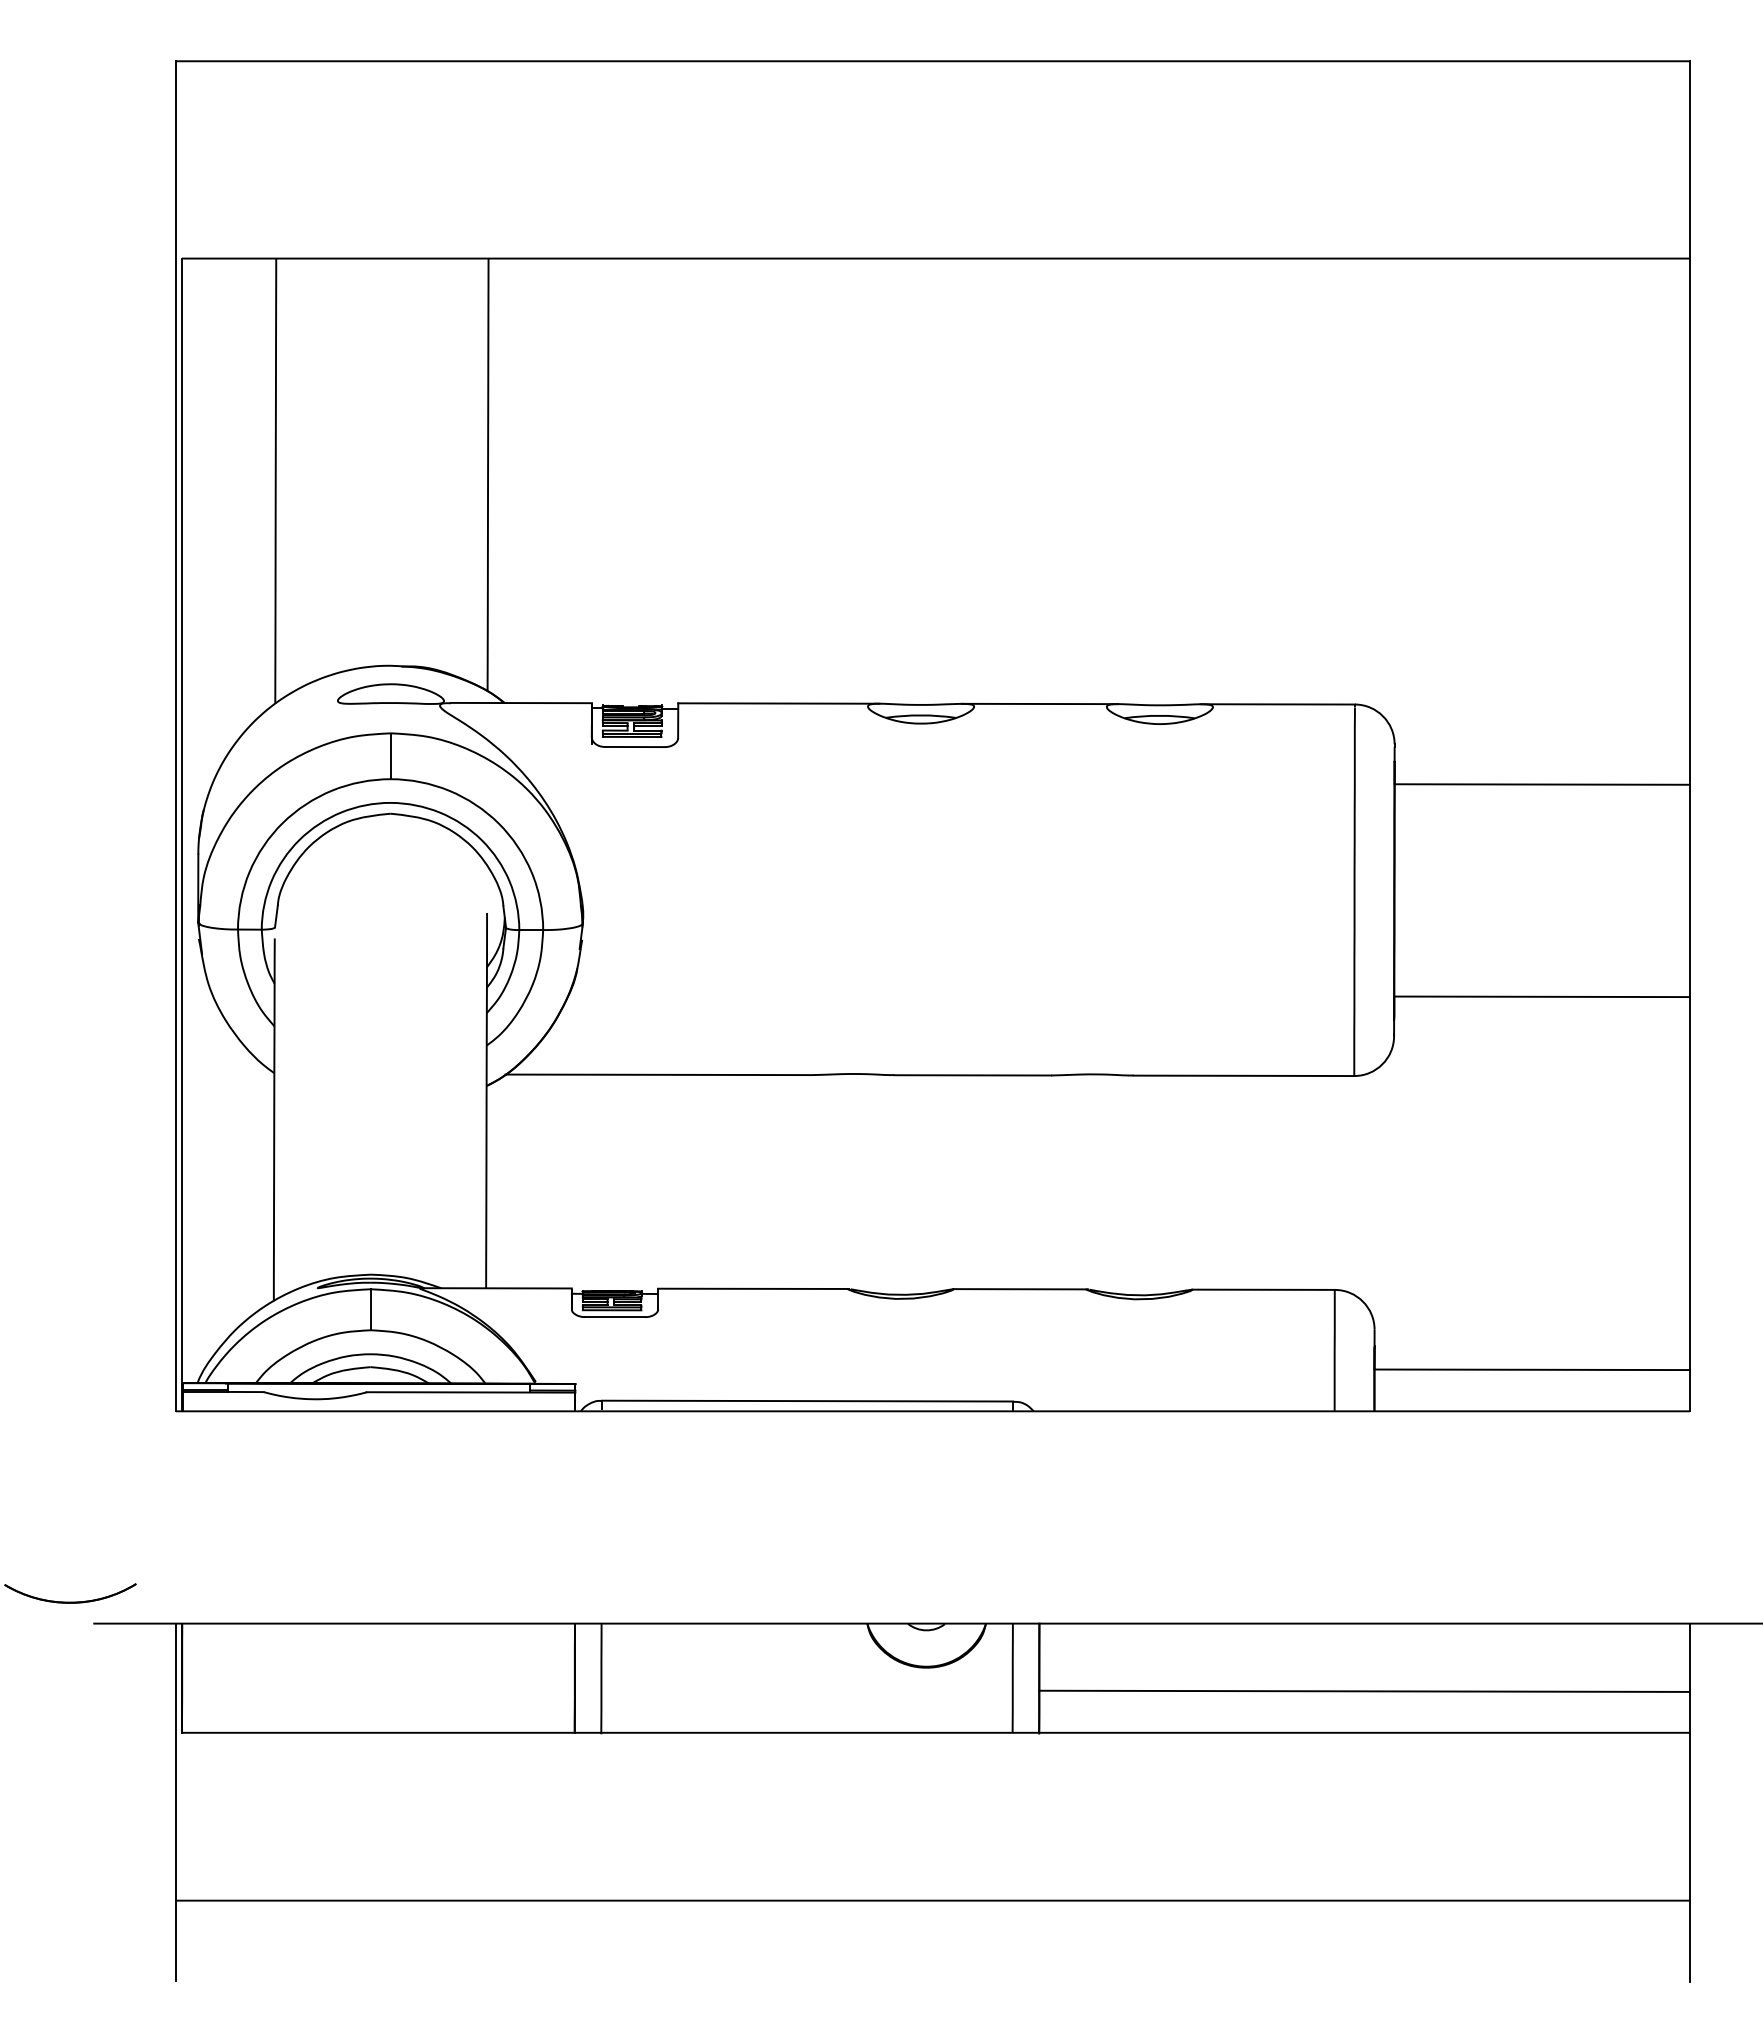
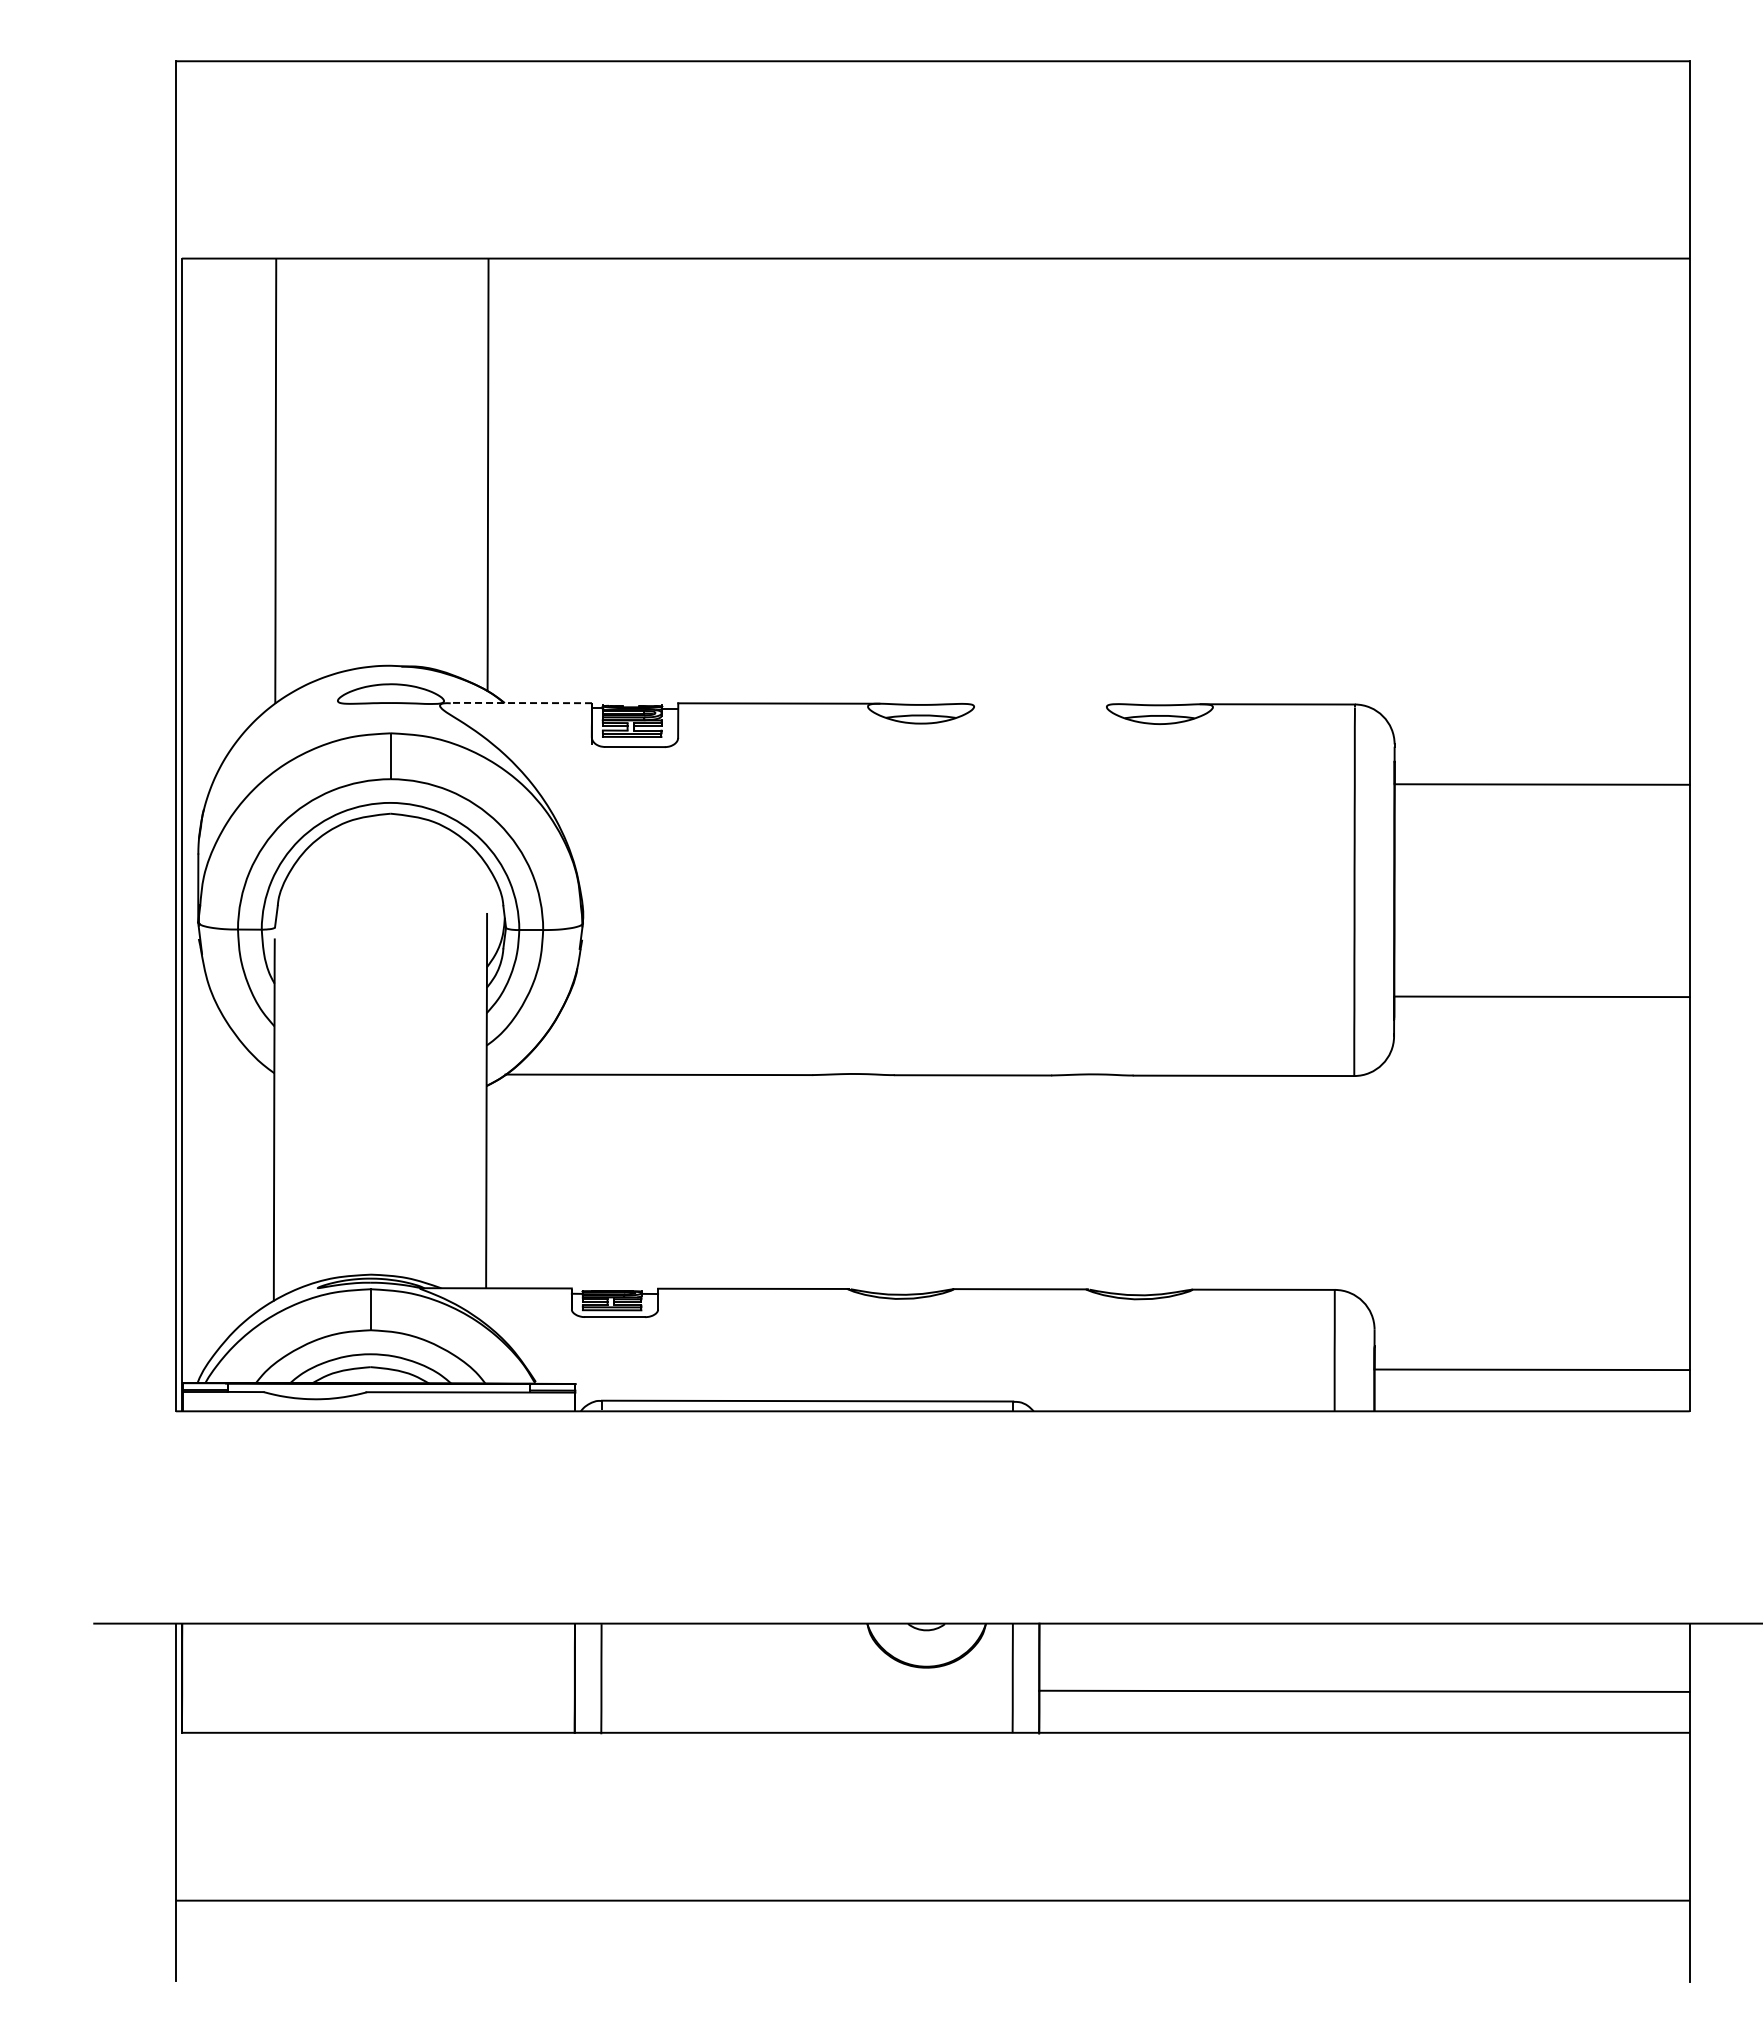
line at (521, 703): solid -> dashed
line at (1039, 703): present -> none
part at (70, 1601): present -> none
